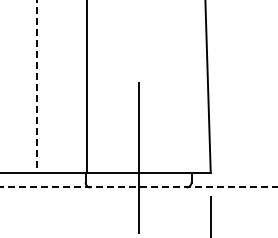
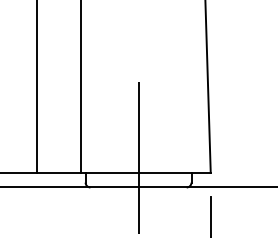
line at (37, 87): dashed -> solid
line at (86, 87) position: (86, 87) -> (80, 87)
line at (139, 187): dashed -> solid
